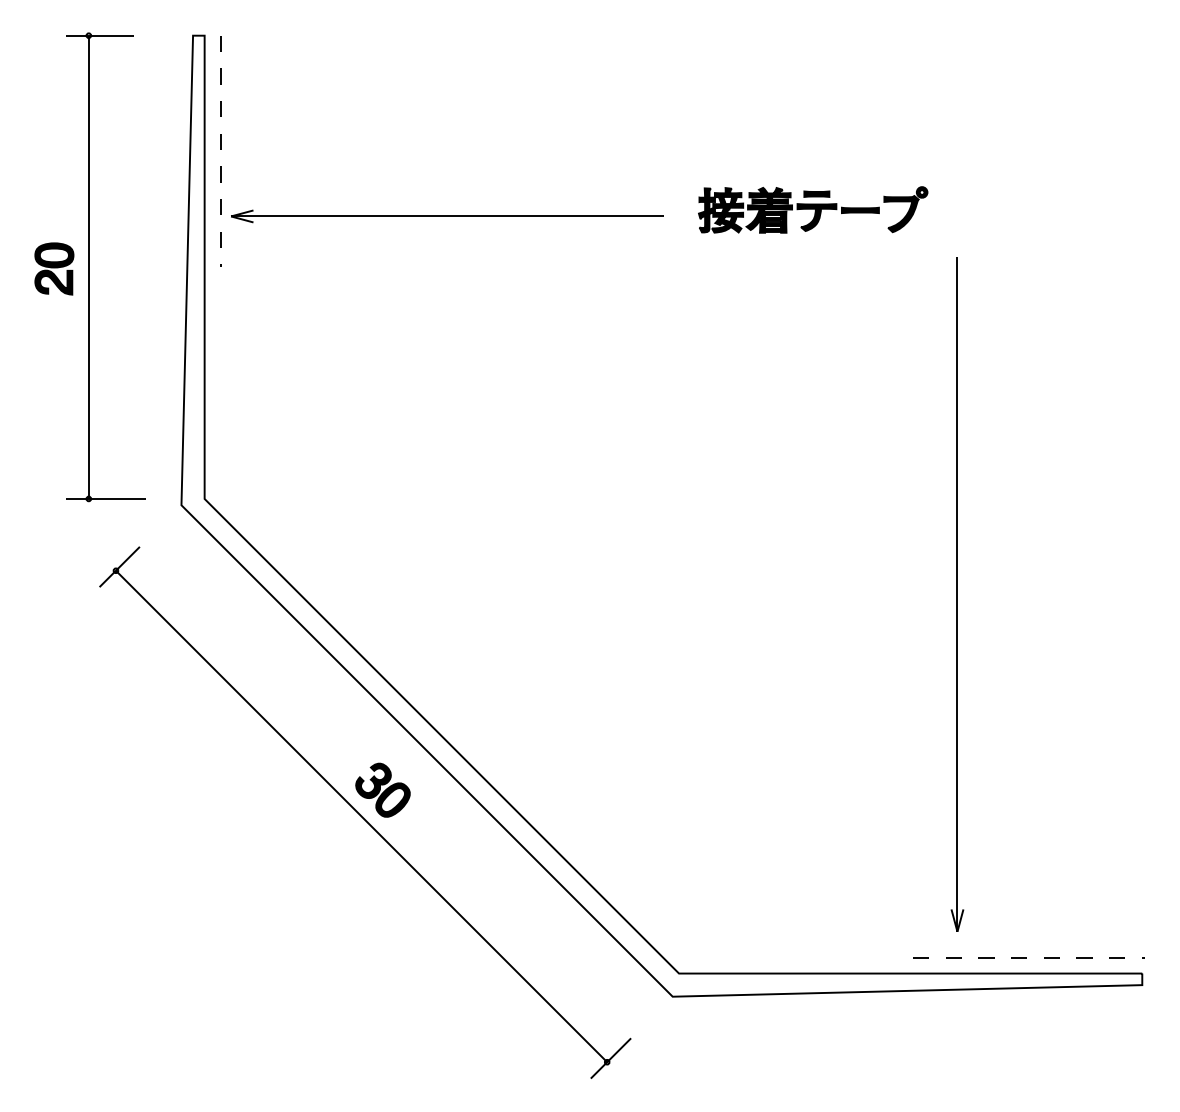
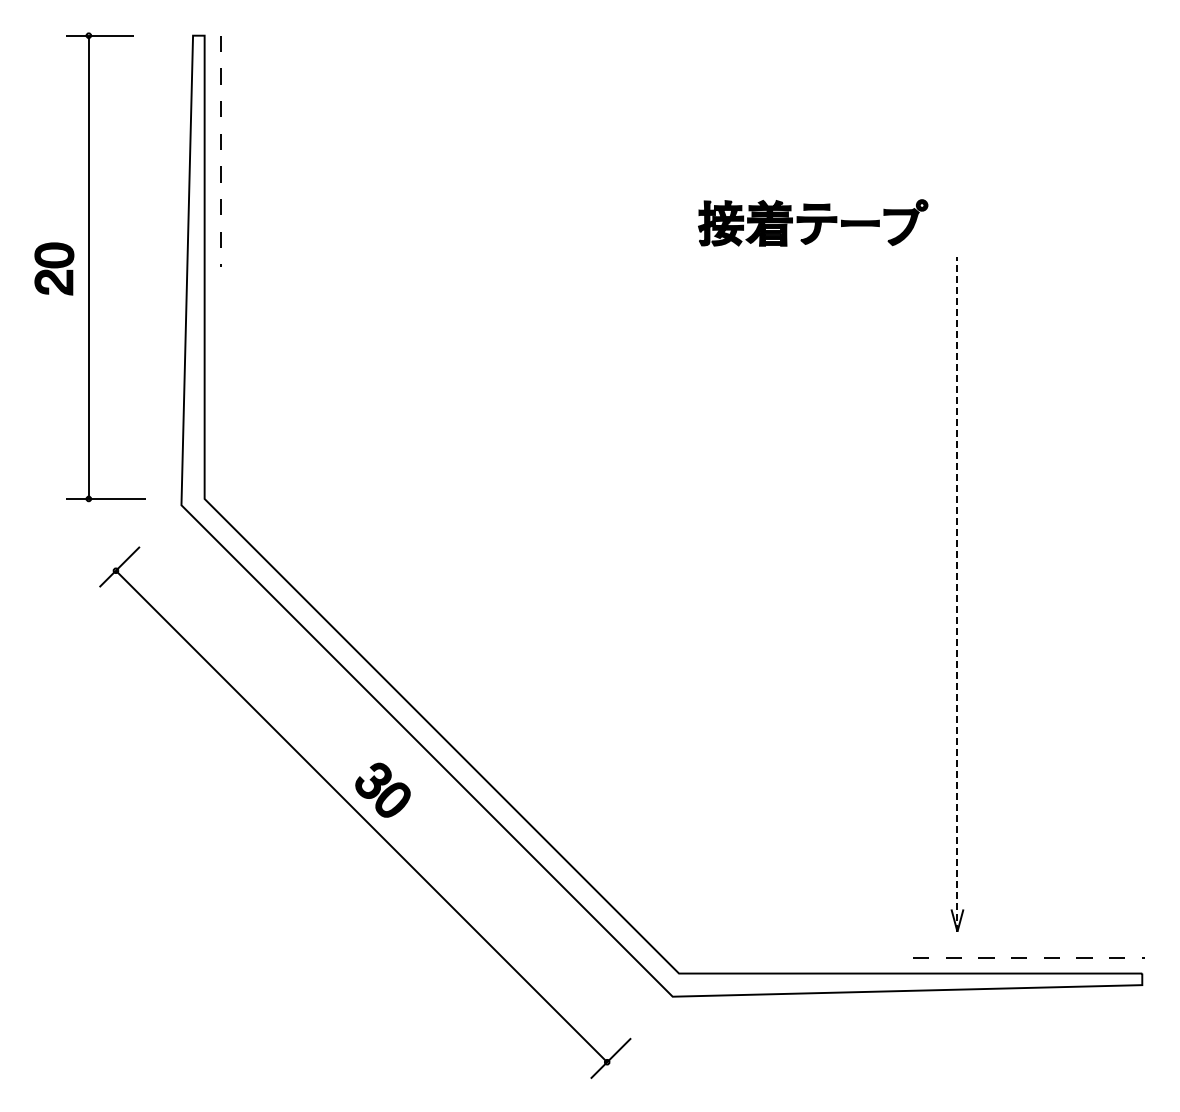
part at (813, 209) position: (813, 209) -> (813, 222)
part at (447, 216): present -> none
line at (957, 594): solid -> dashed
